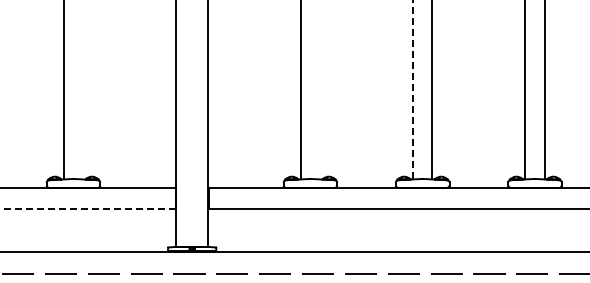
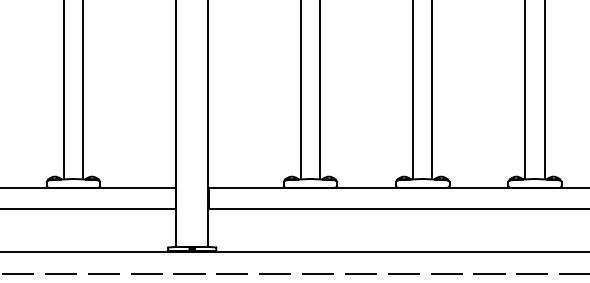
line at (413, 89): dashed -> solid
line at (83, 90): none -> present
line at (320, 90): none -> present
line at (87, 209): dashed -> solid
